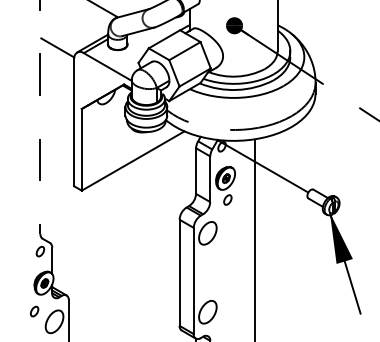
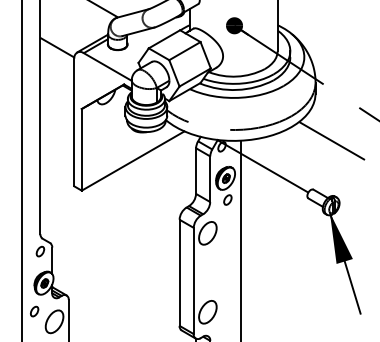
line at (40, 117): dashed -> solid
line at (331, 140): none -> present
line at (21, 170): none -> present
line at (254, 239) position: (254, 239) -> (240, 239)
